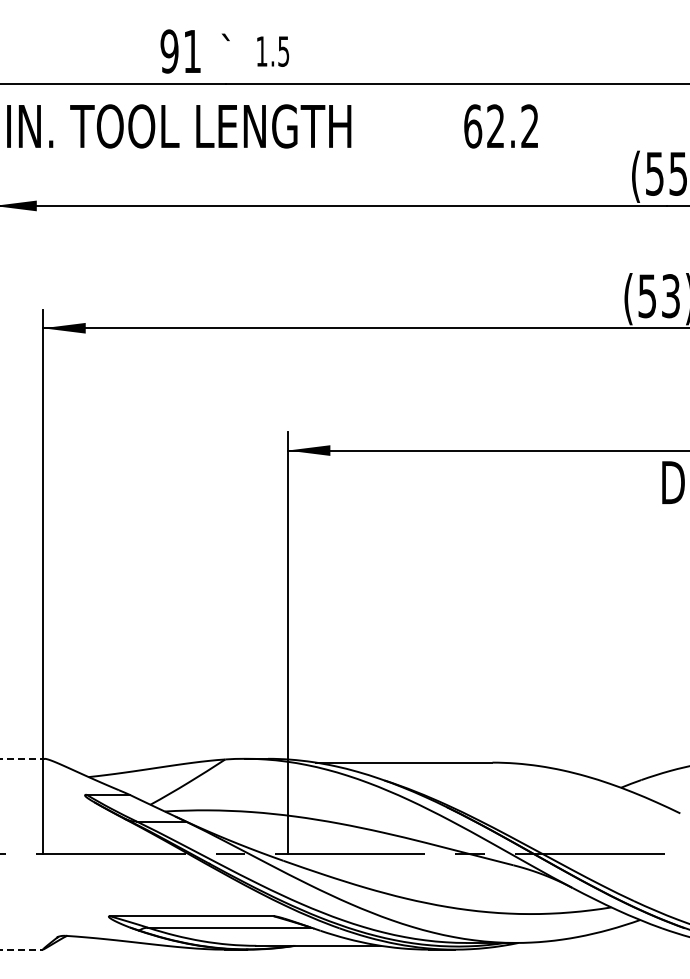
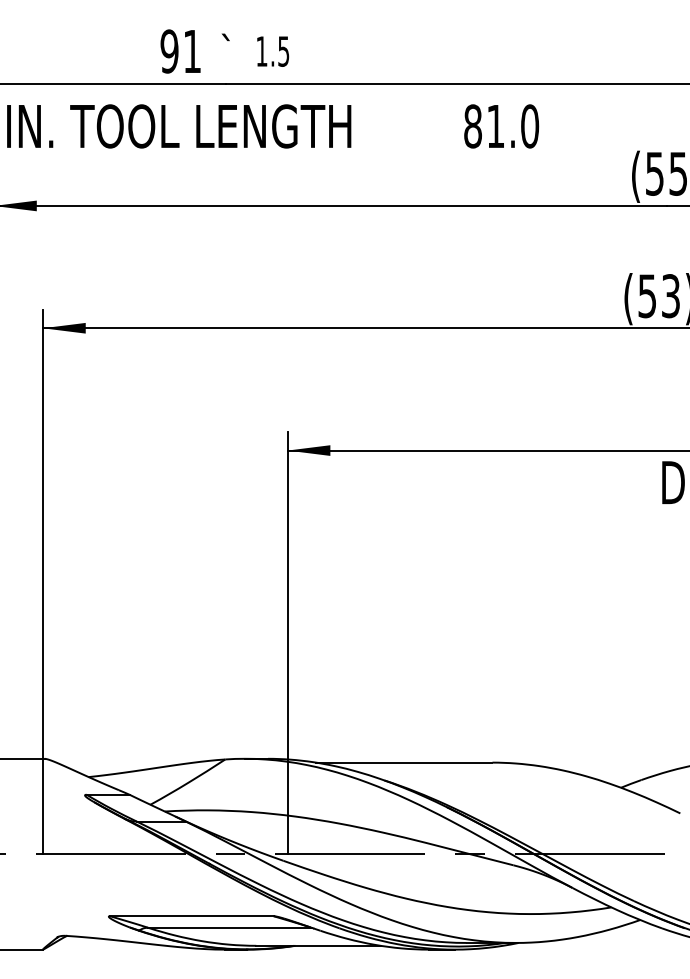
text at (501, 126): 62.2 -> 81.0
line at (22, 758): dashed -> solid
line at (22, 949): dashed -> solid
